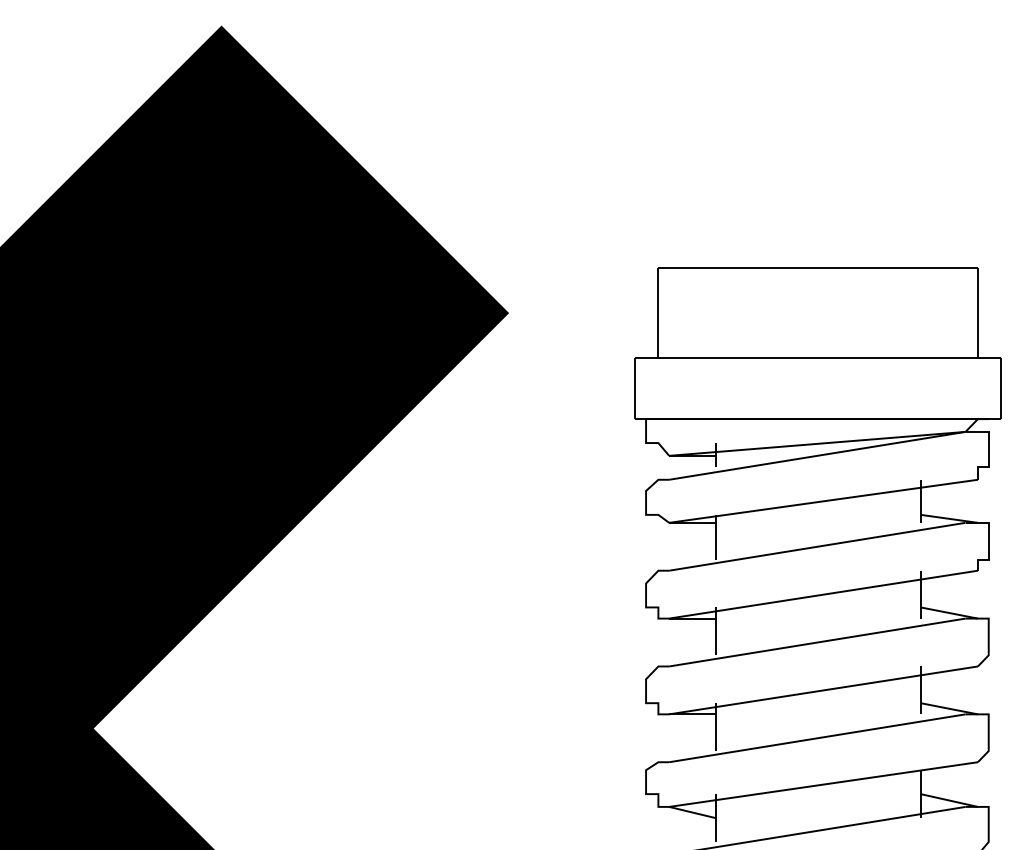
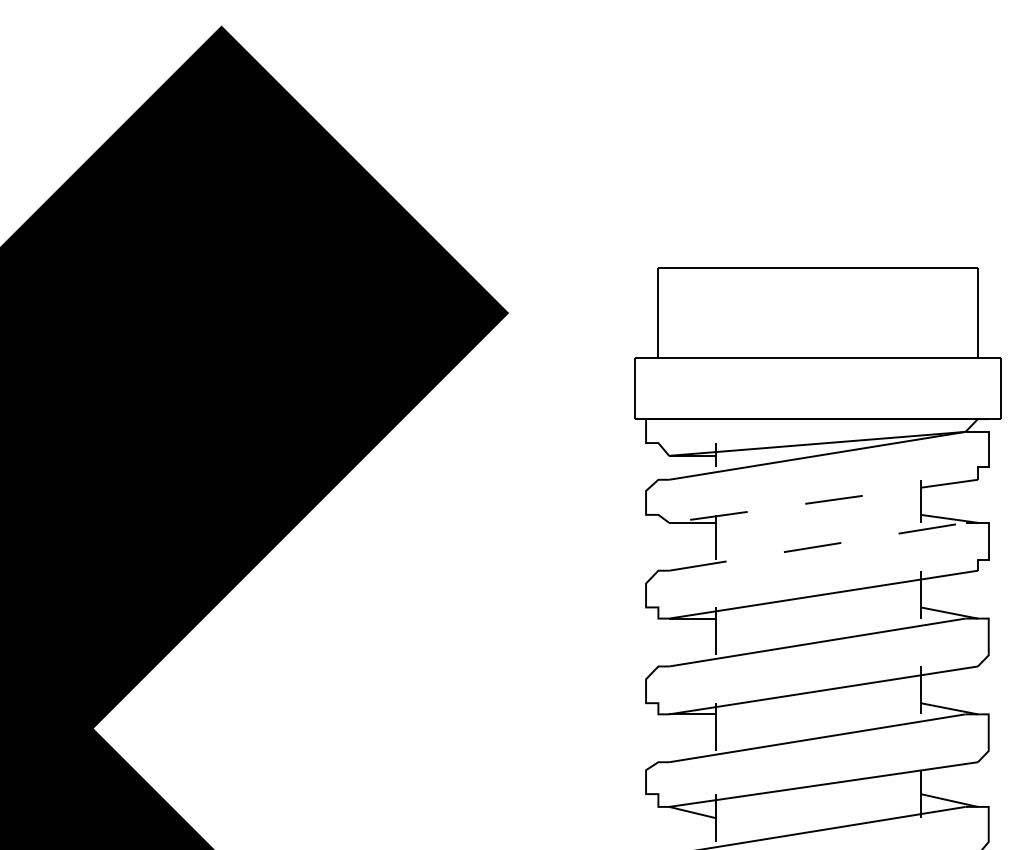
line at (823, 501): solid -> dashed
line at (817, 546): solid -> dashed
